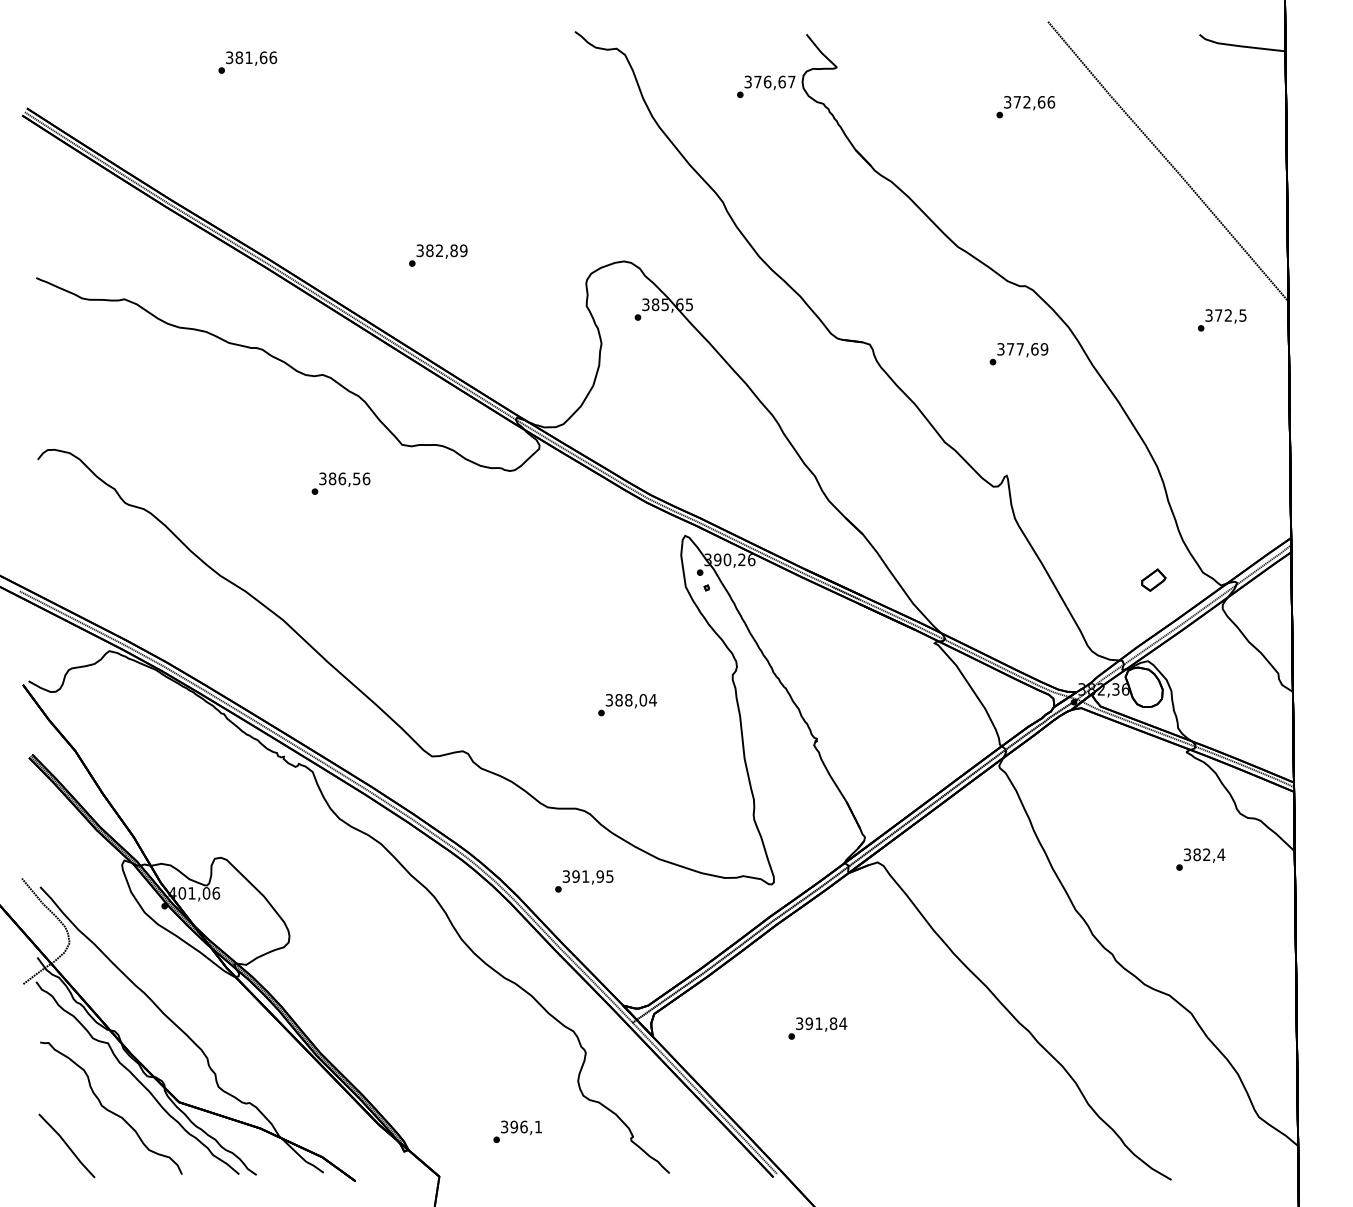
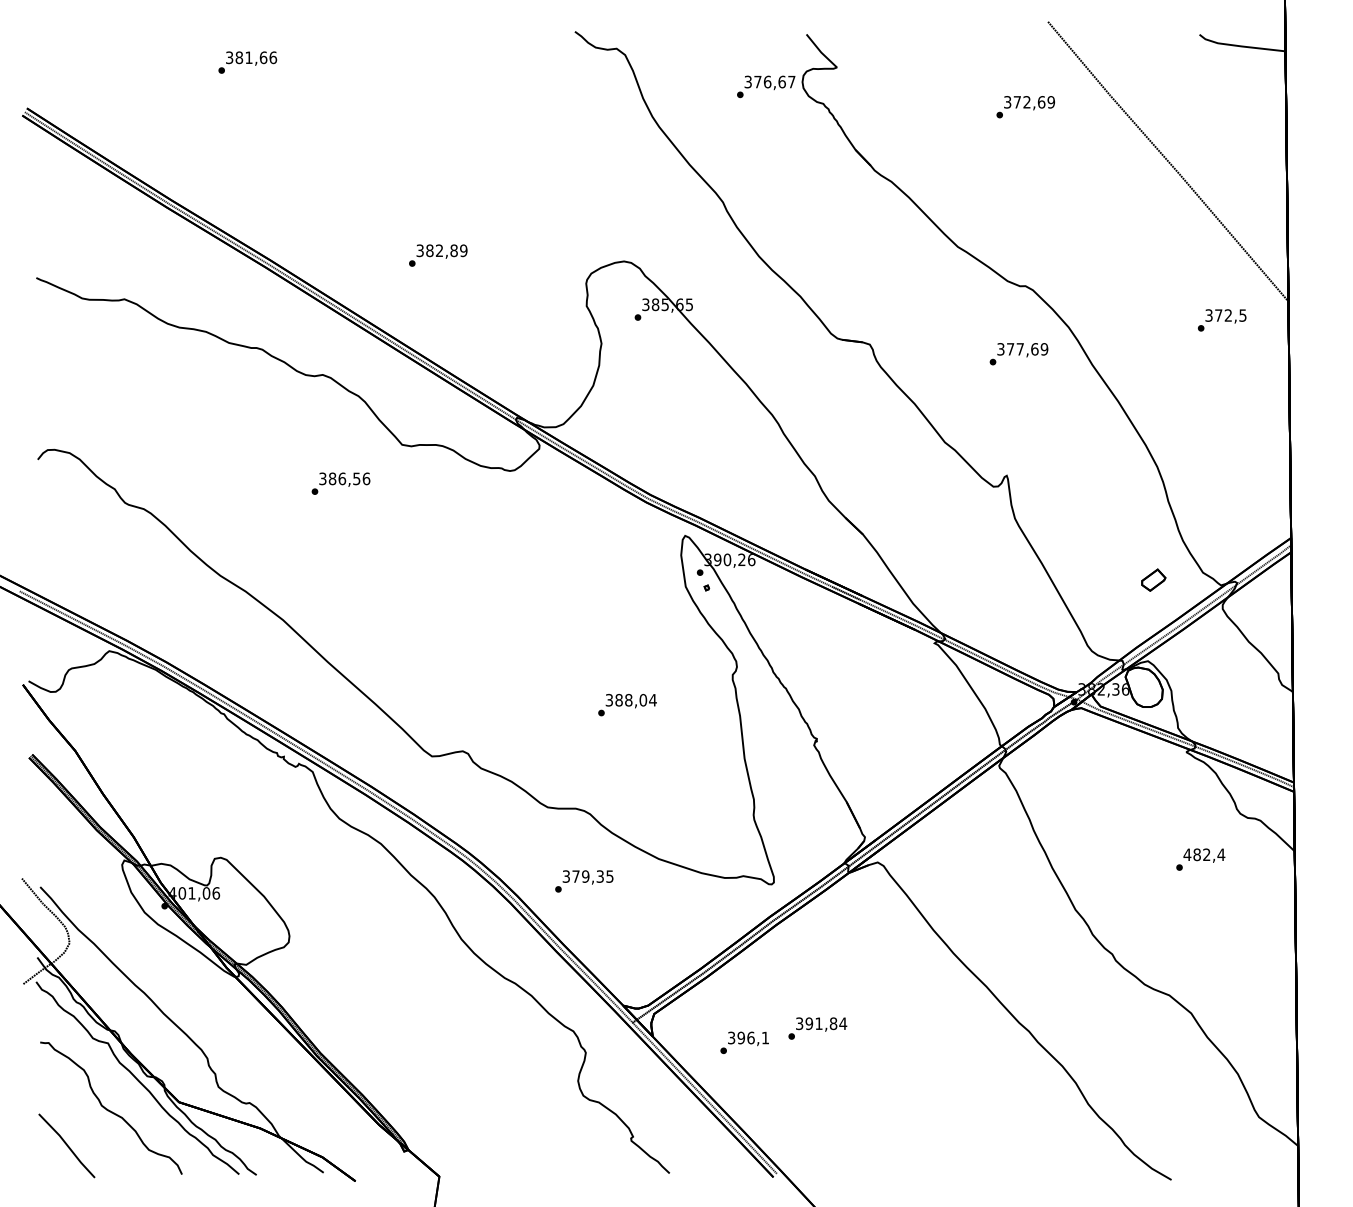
text at (1051, 102): 372,66 -> 372,69
text at (1187, 854): 382,4 -> 482,4
text at (587, 876): 391,95 -> 379,35
text at (517, 1131) position: (517, 1131) -> (744, 1042)
